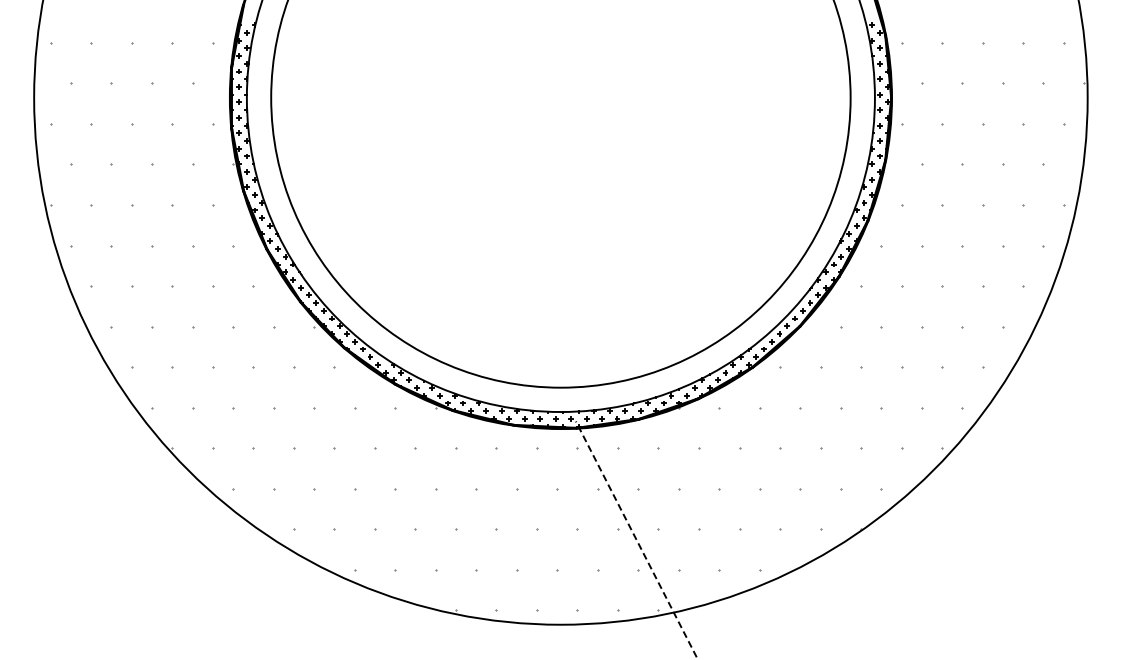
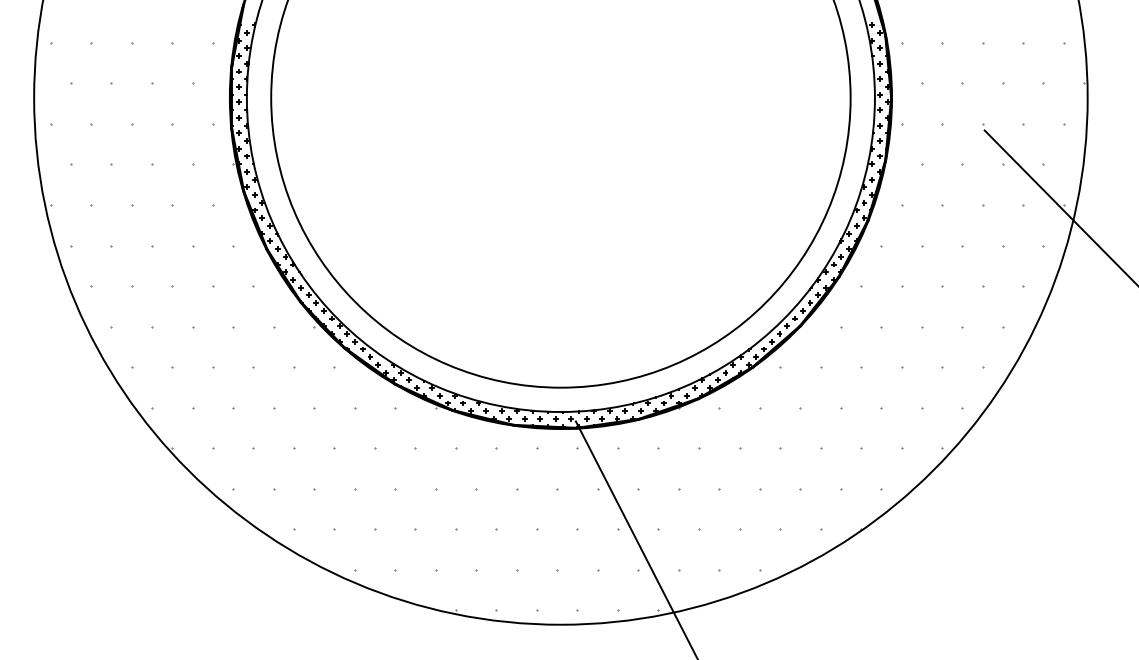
line at (1059, 206): none -> present
line at (636, 539): dashed -> solid
